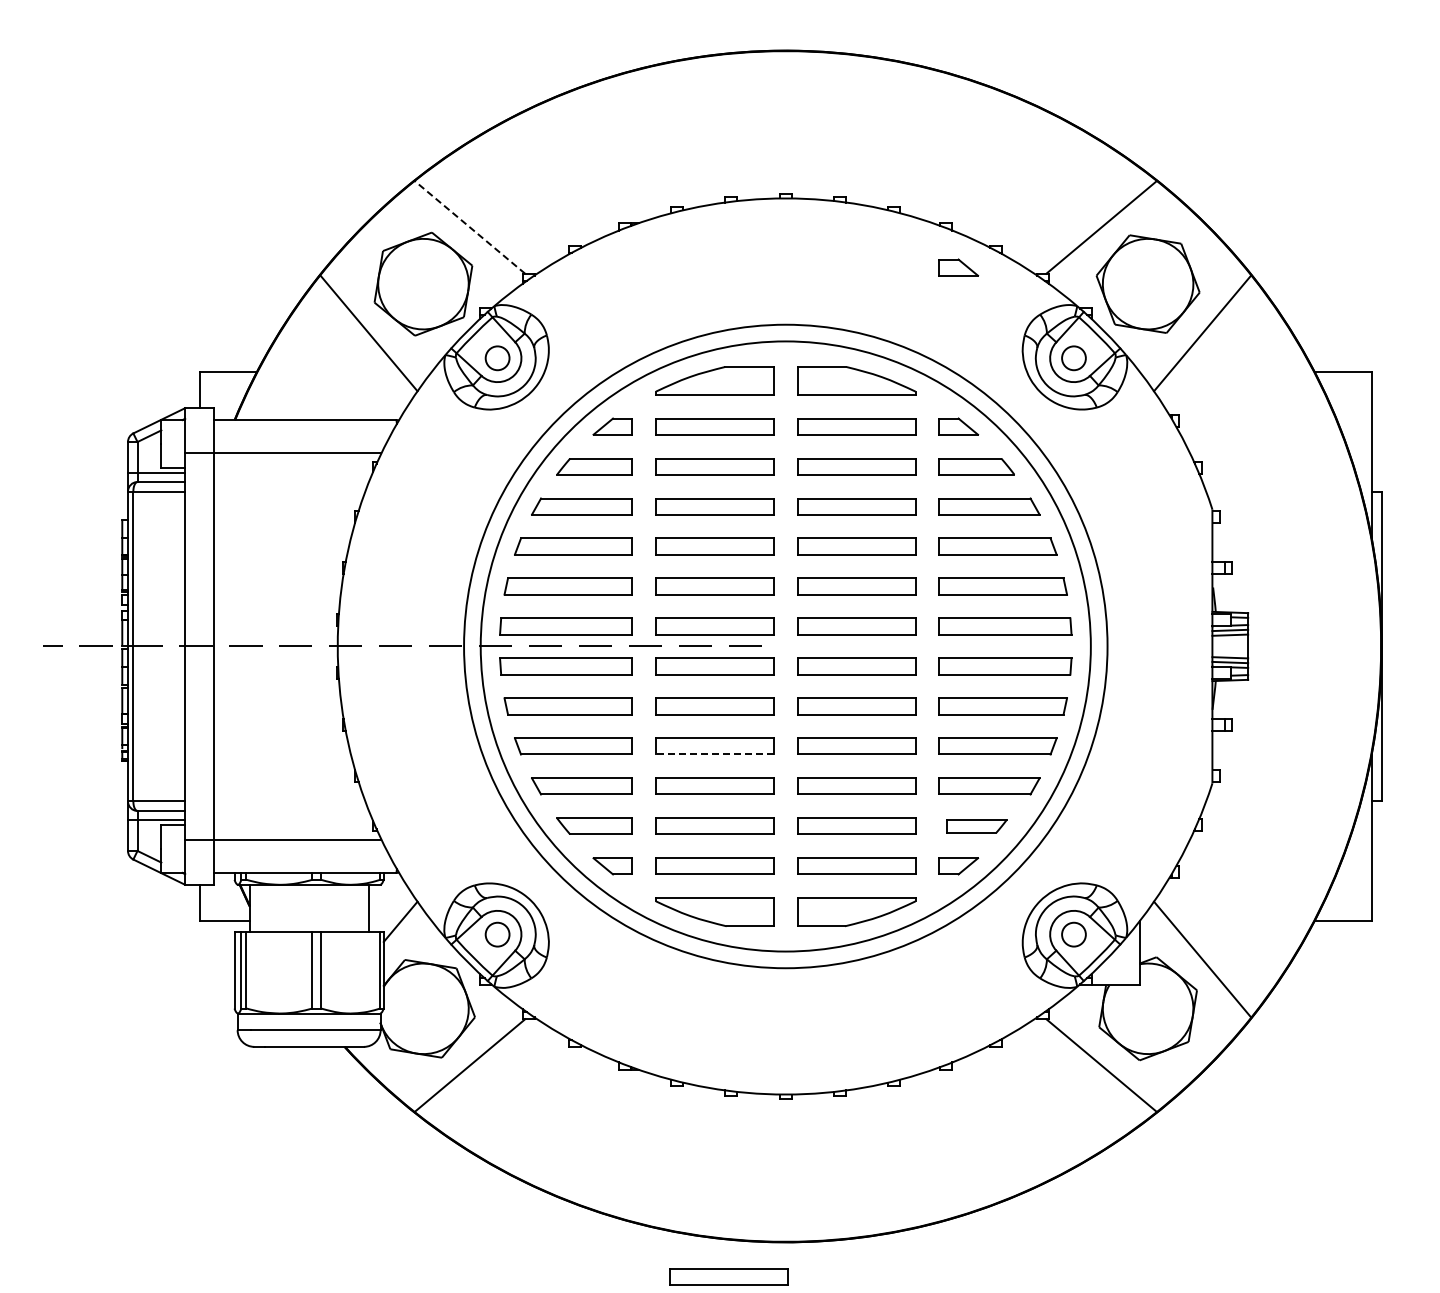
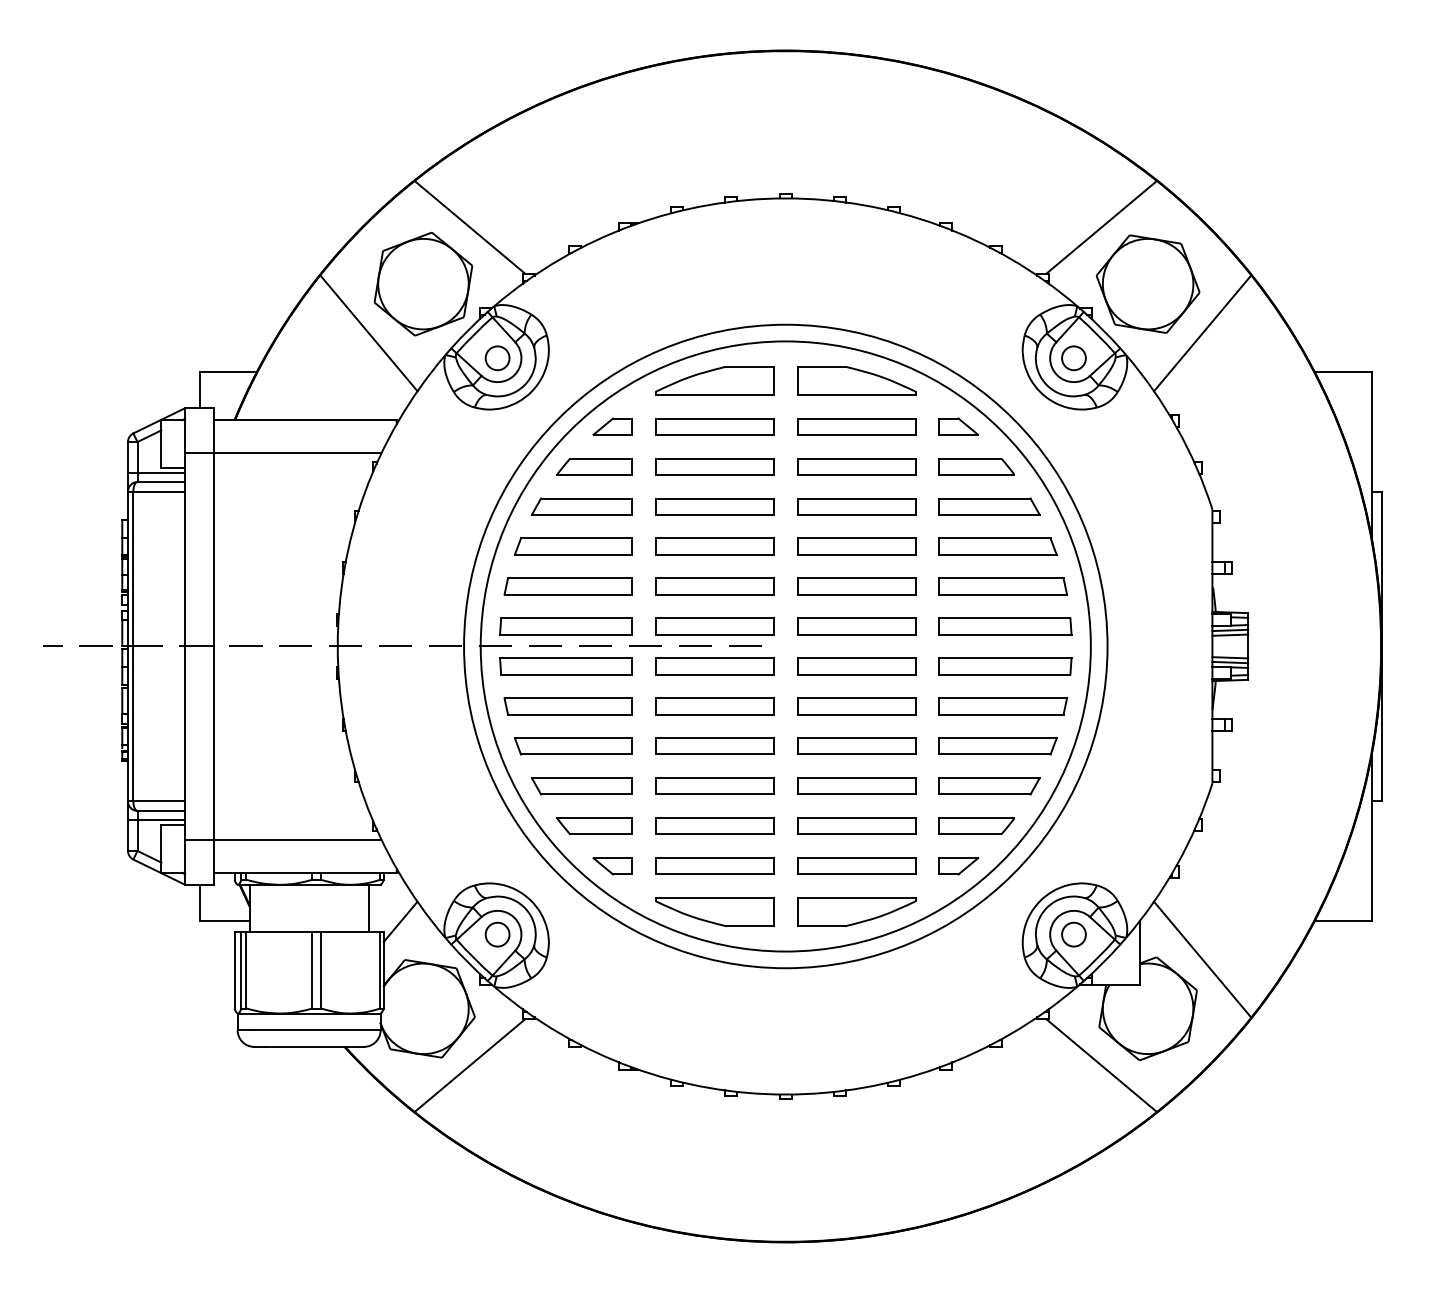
line at (469, 227): dashed -> solid
part at (958, 267): present -> none
line at (714, 754): dashed -> solid
part at (976, 826) size: 62x15 px -> 77x18 px
part at (728, 1276): present -> none
